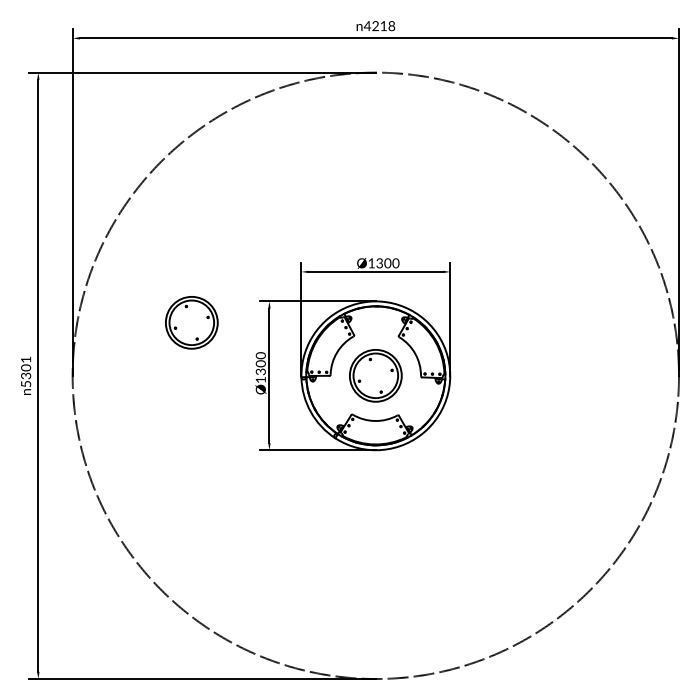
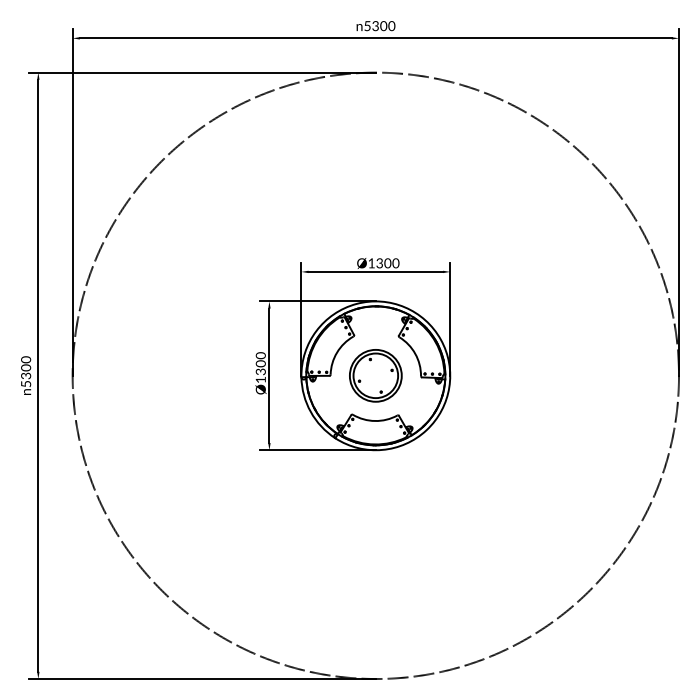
text at (379, 26): 4218 -> 5300
part at (191, 322): present -> none
text at (26, 359): 5301 -> 5300
